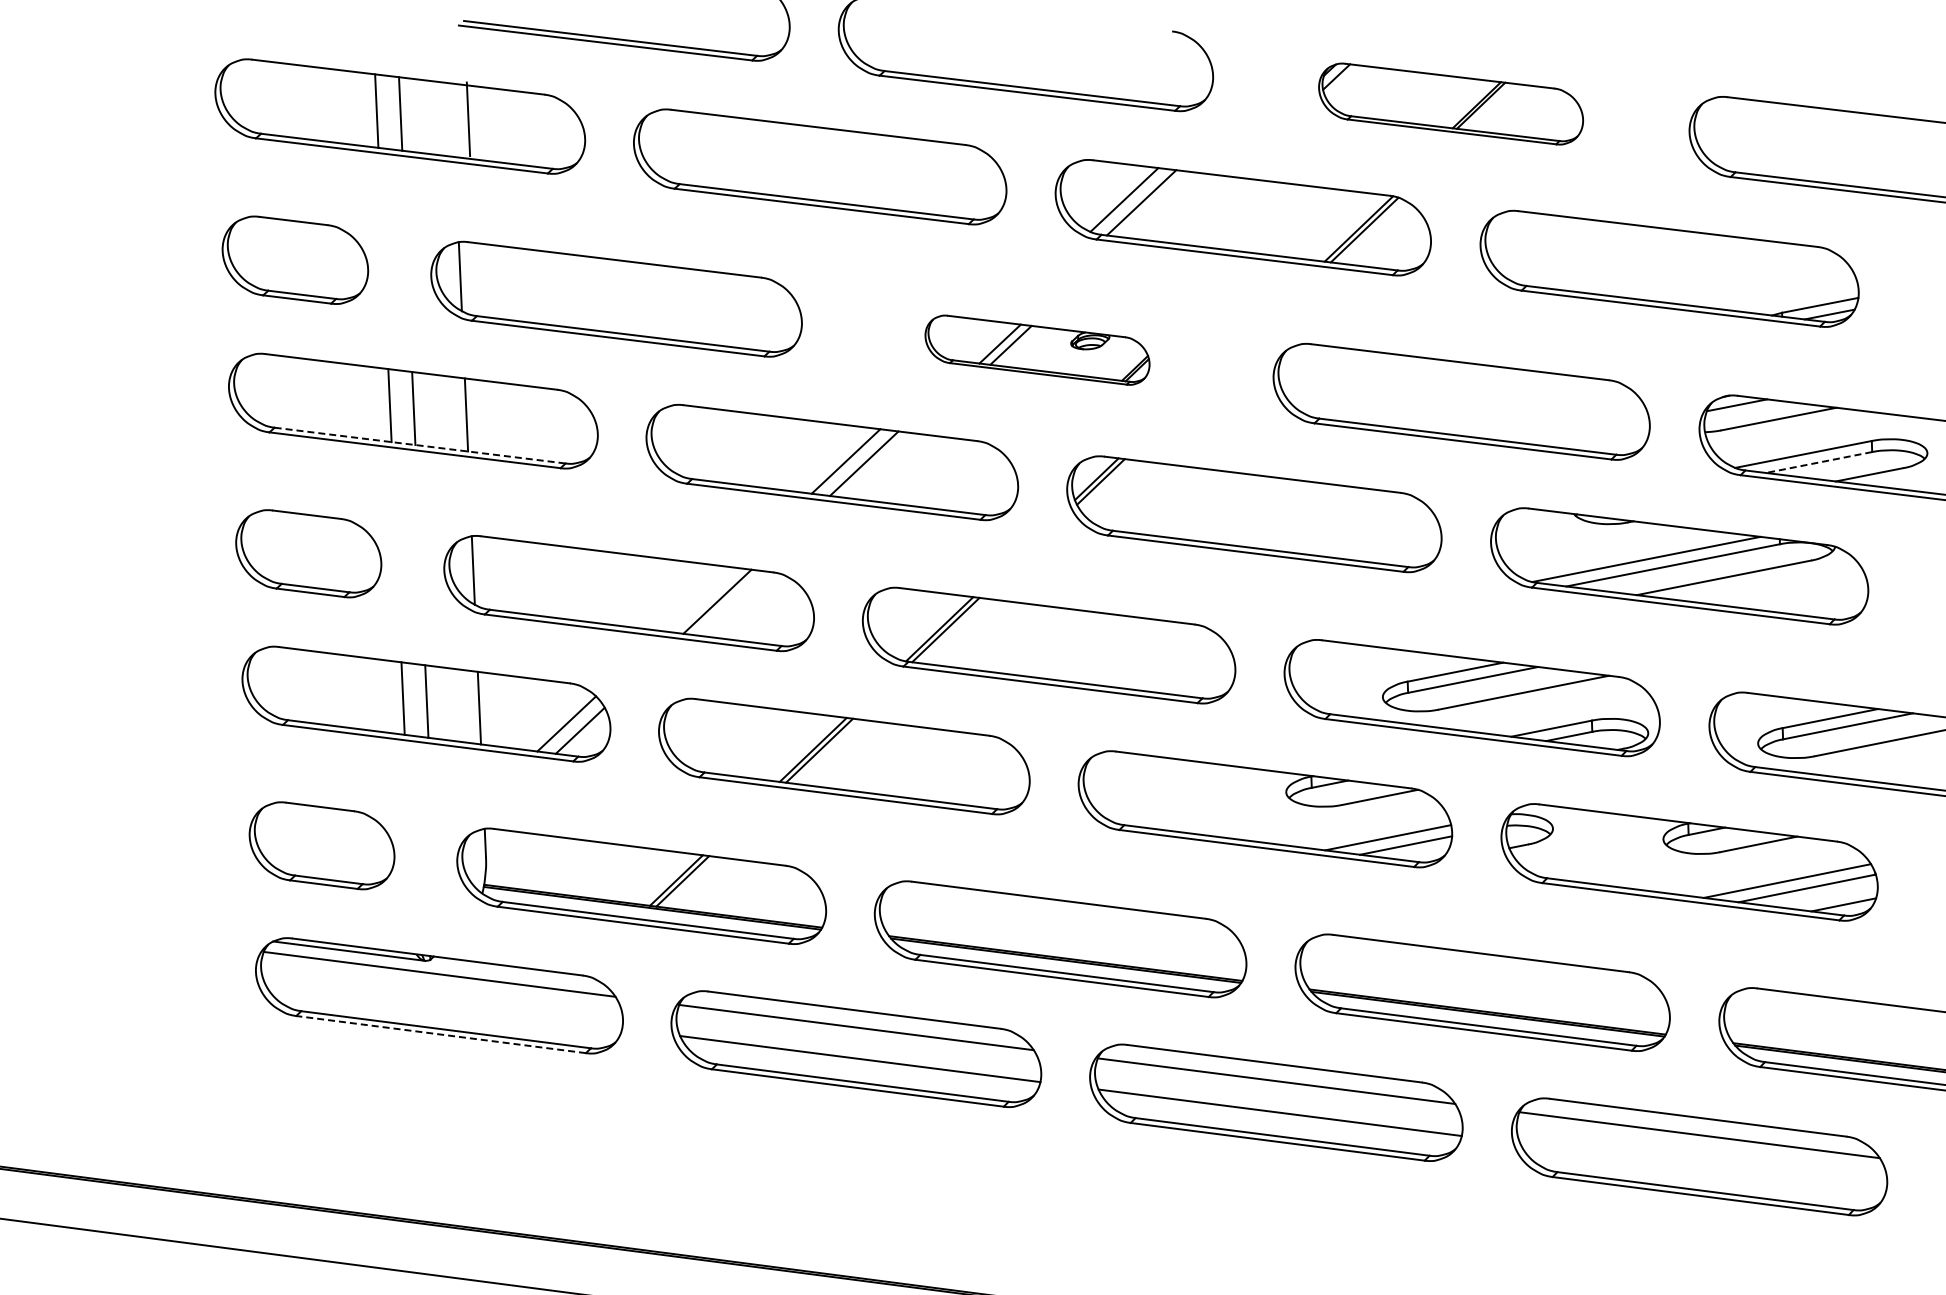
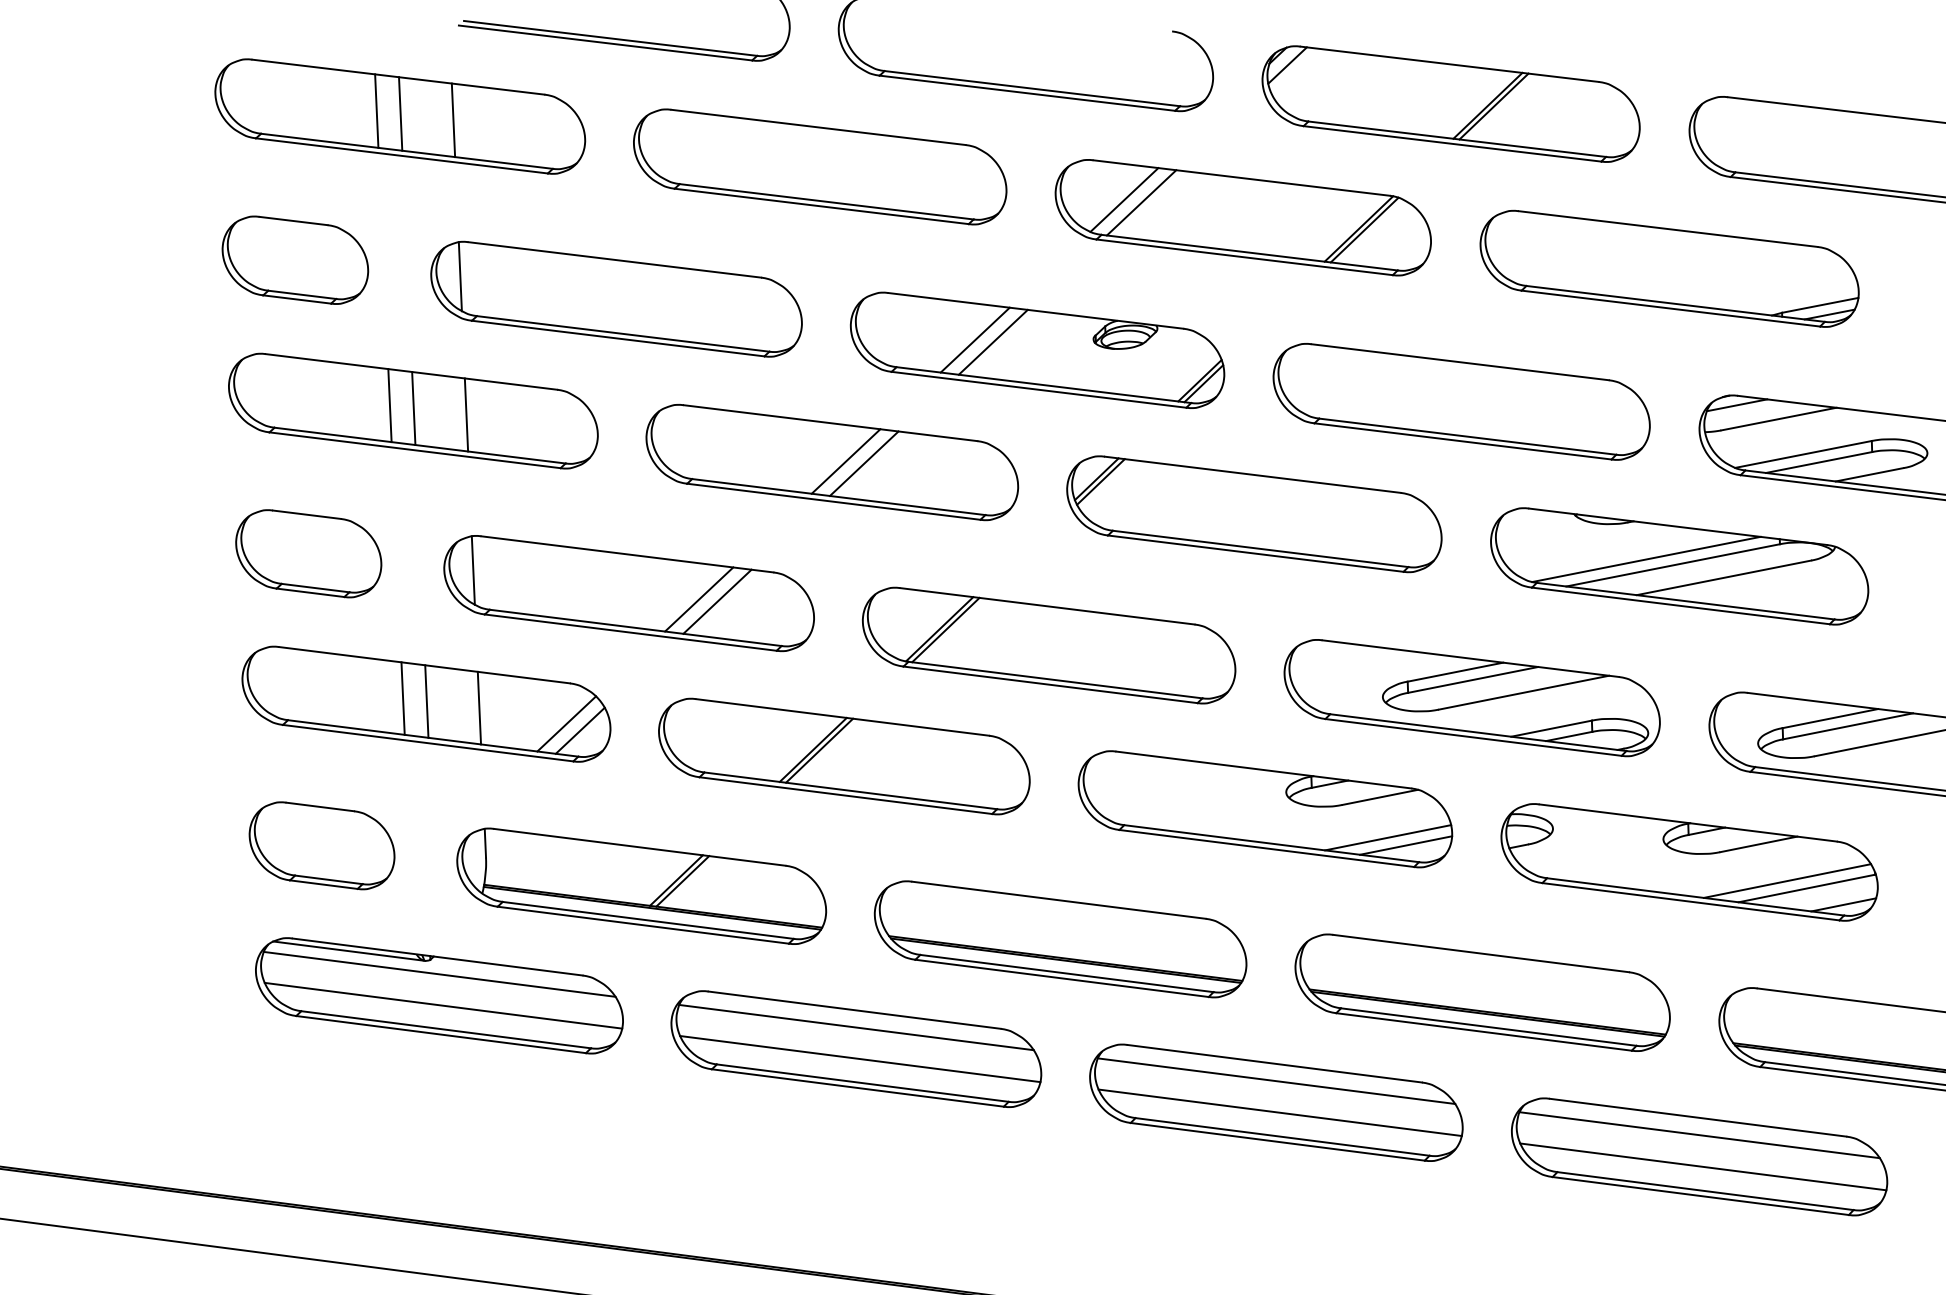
part at (1450, 103) size: 266x84 px -> 380x118 px
line at (468, 119) position: (468, 119) -> (453, 120)
part at (1037, 349) size: 227x72 px -> 377x118 px
line at (420, 445): dashed -> solid
line at (1818, 462): dashed -> solid
line at (699, 599): none -> present
line at (443, 1005): none -> present
line at (440, 1034): dashed -> solid
line at (1703, 1166): none -> present
